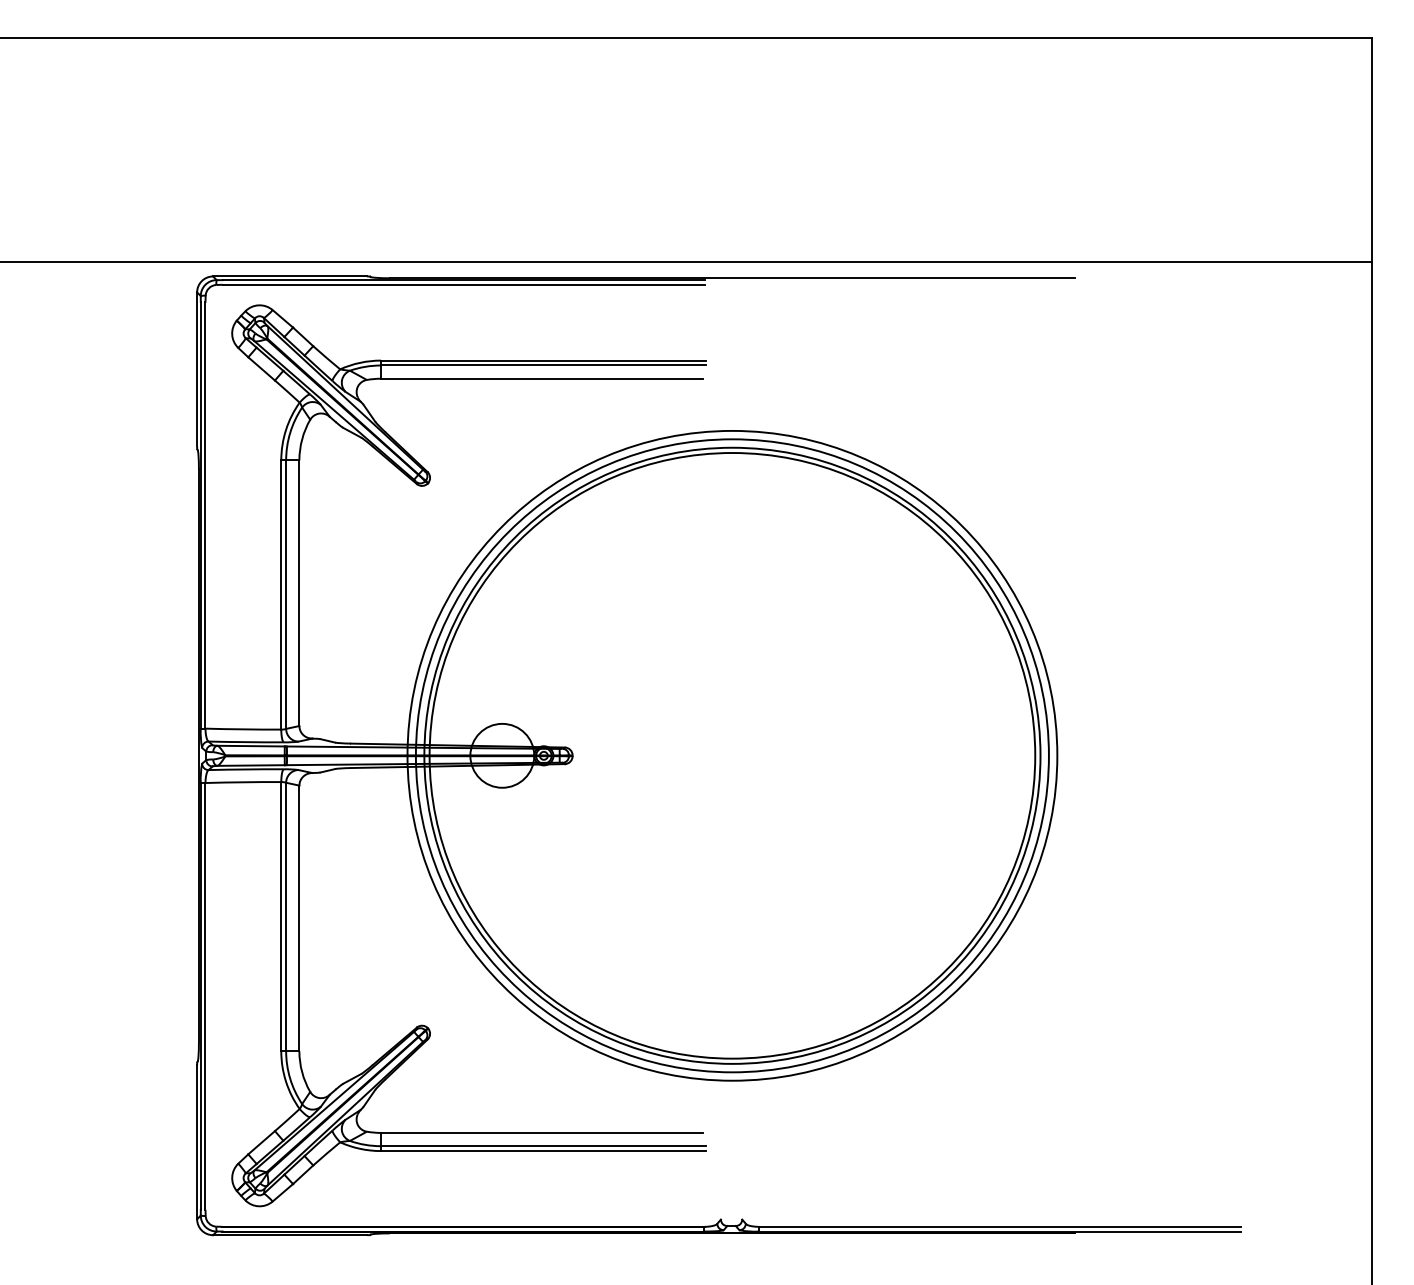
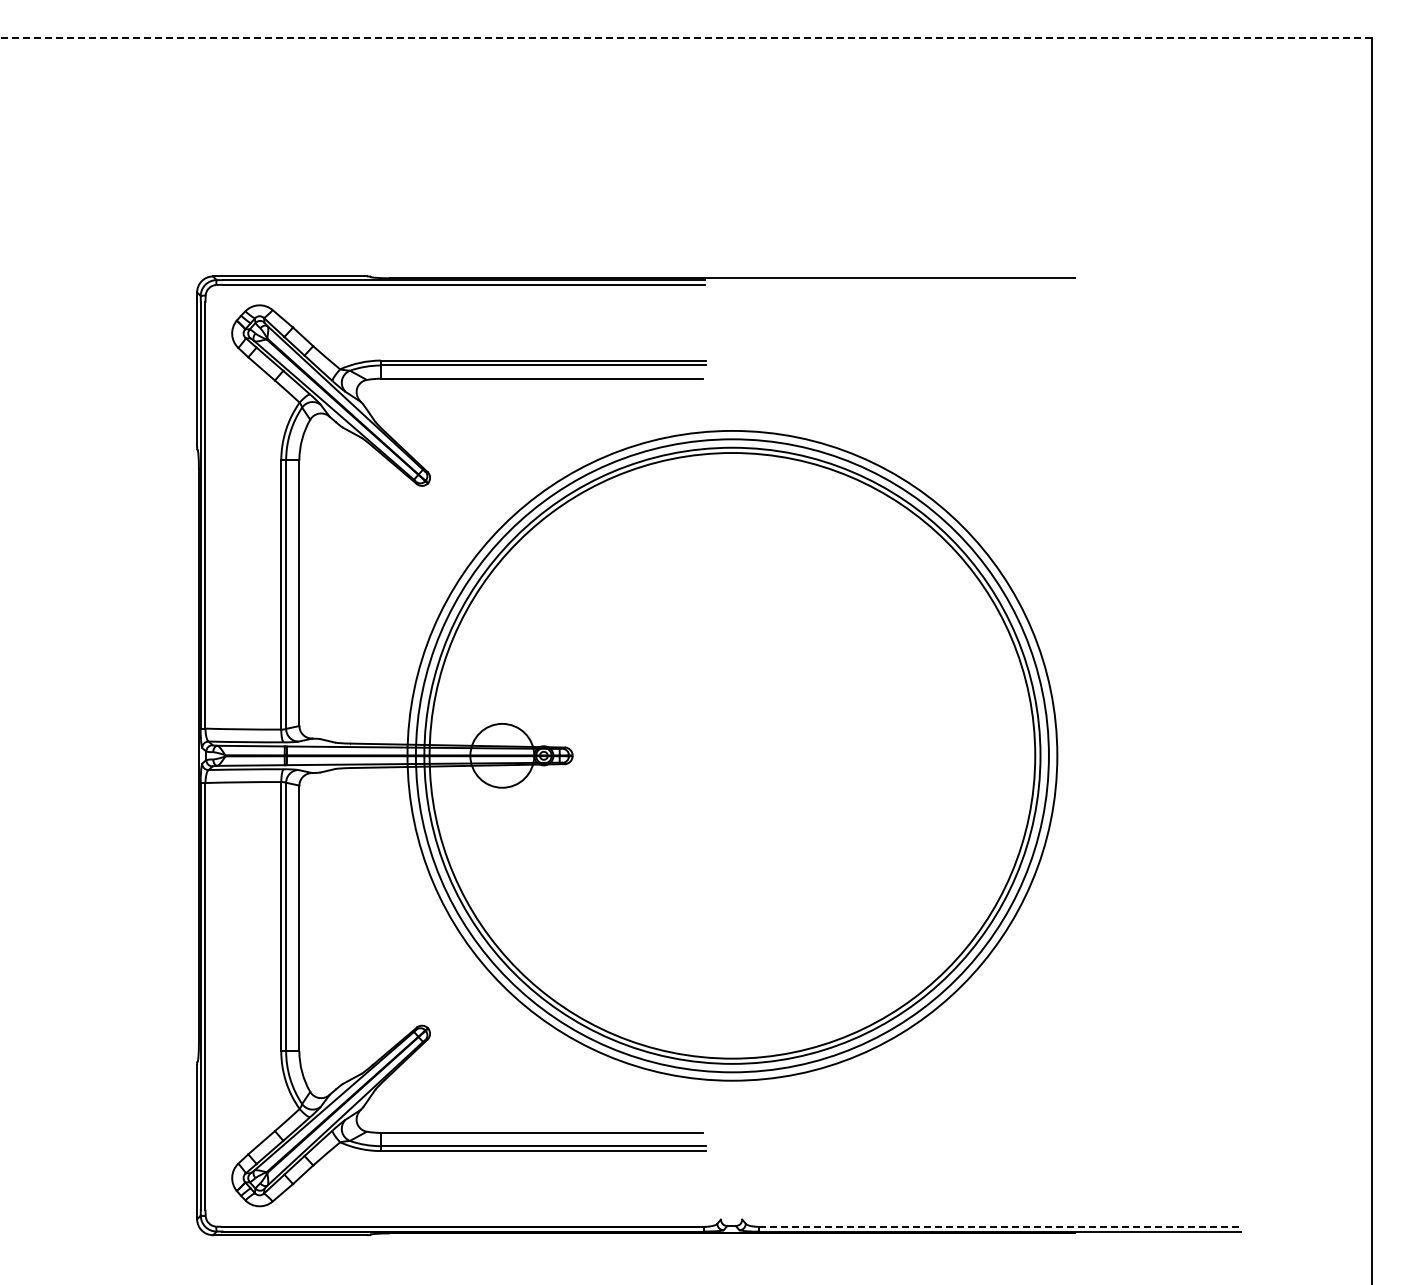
line at (685, 38): solid -> dashed
line at (686, 261): present -> none
line at (1000, 1226): solid -> dashed
